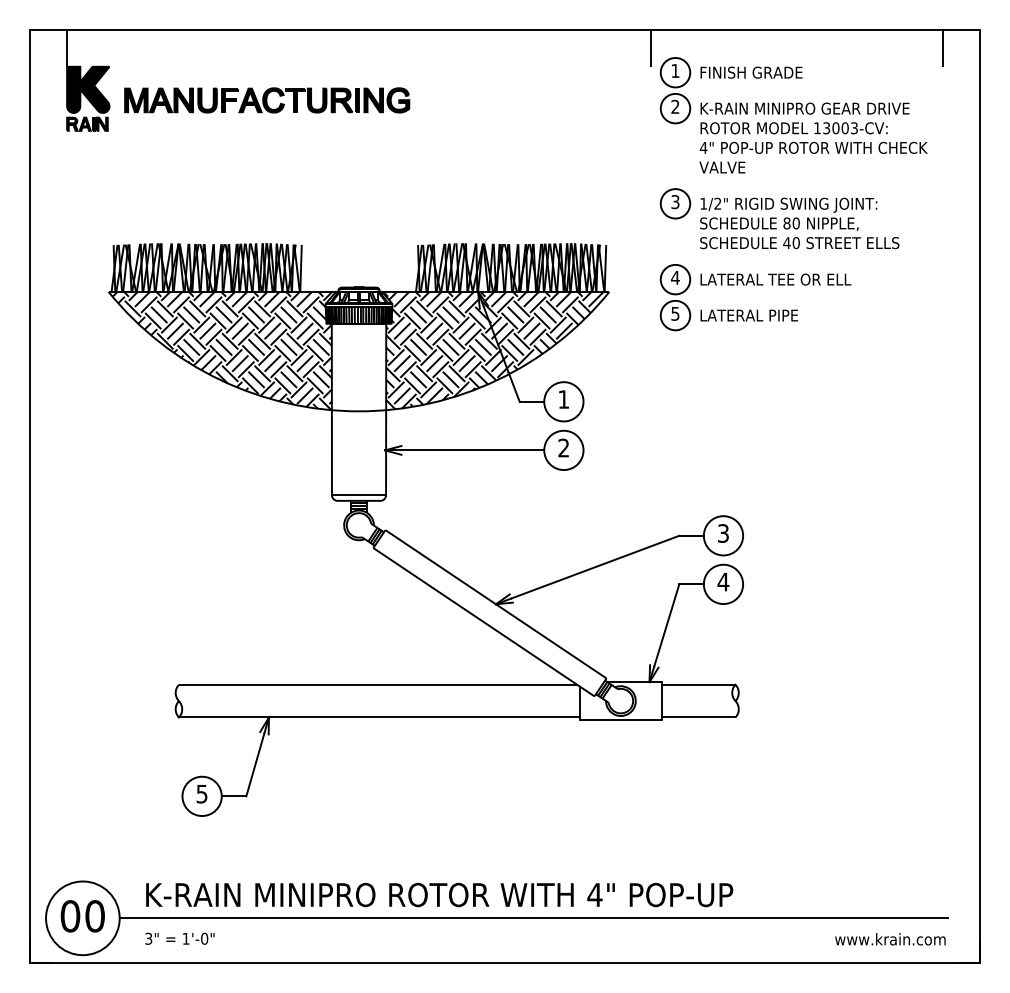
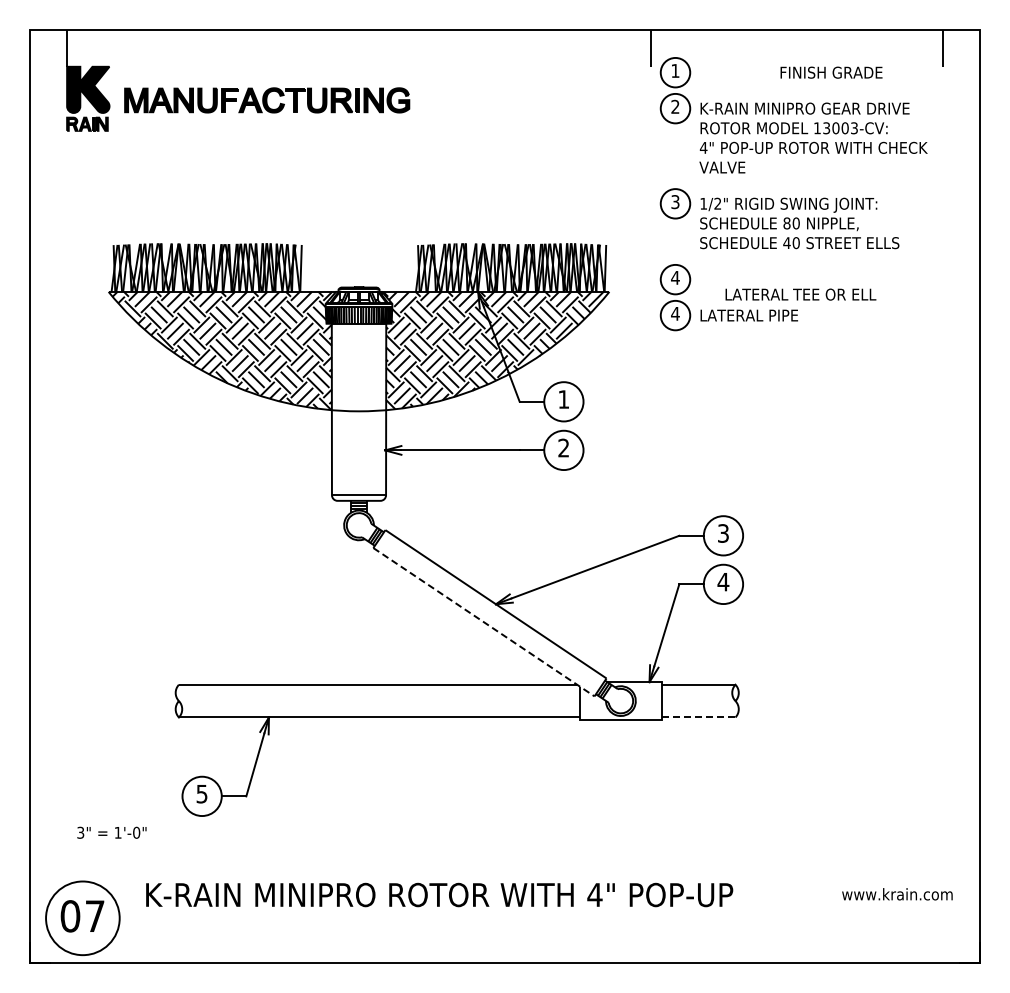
text at (751, 72) position: (751, 72) -> (831, 72)
text at (775, 279) position: (775, 279) -> (800, 294)
text at (675, 313): 5 -> 4
line at (484, 622): solid -> dashed
line at (698, 717): solid -> dashed
text at (94, 916): 00 -> 07
line at (533, 918): present -> none
text at (179, 938) position: (179, 938) -> (111, 832)
text at (890, 939) position: (890, 939) -> (897, 894)
